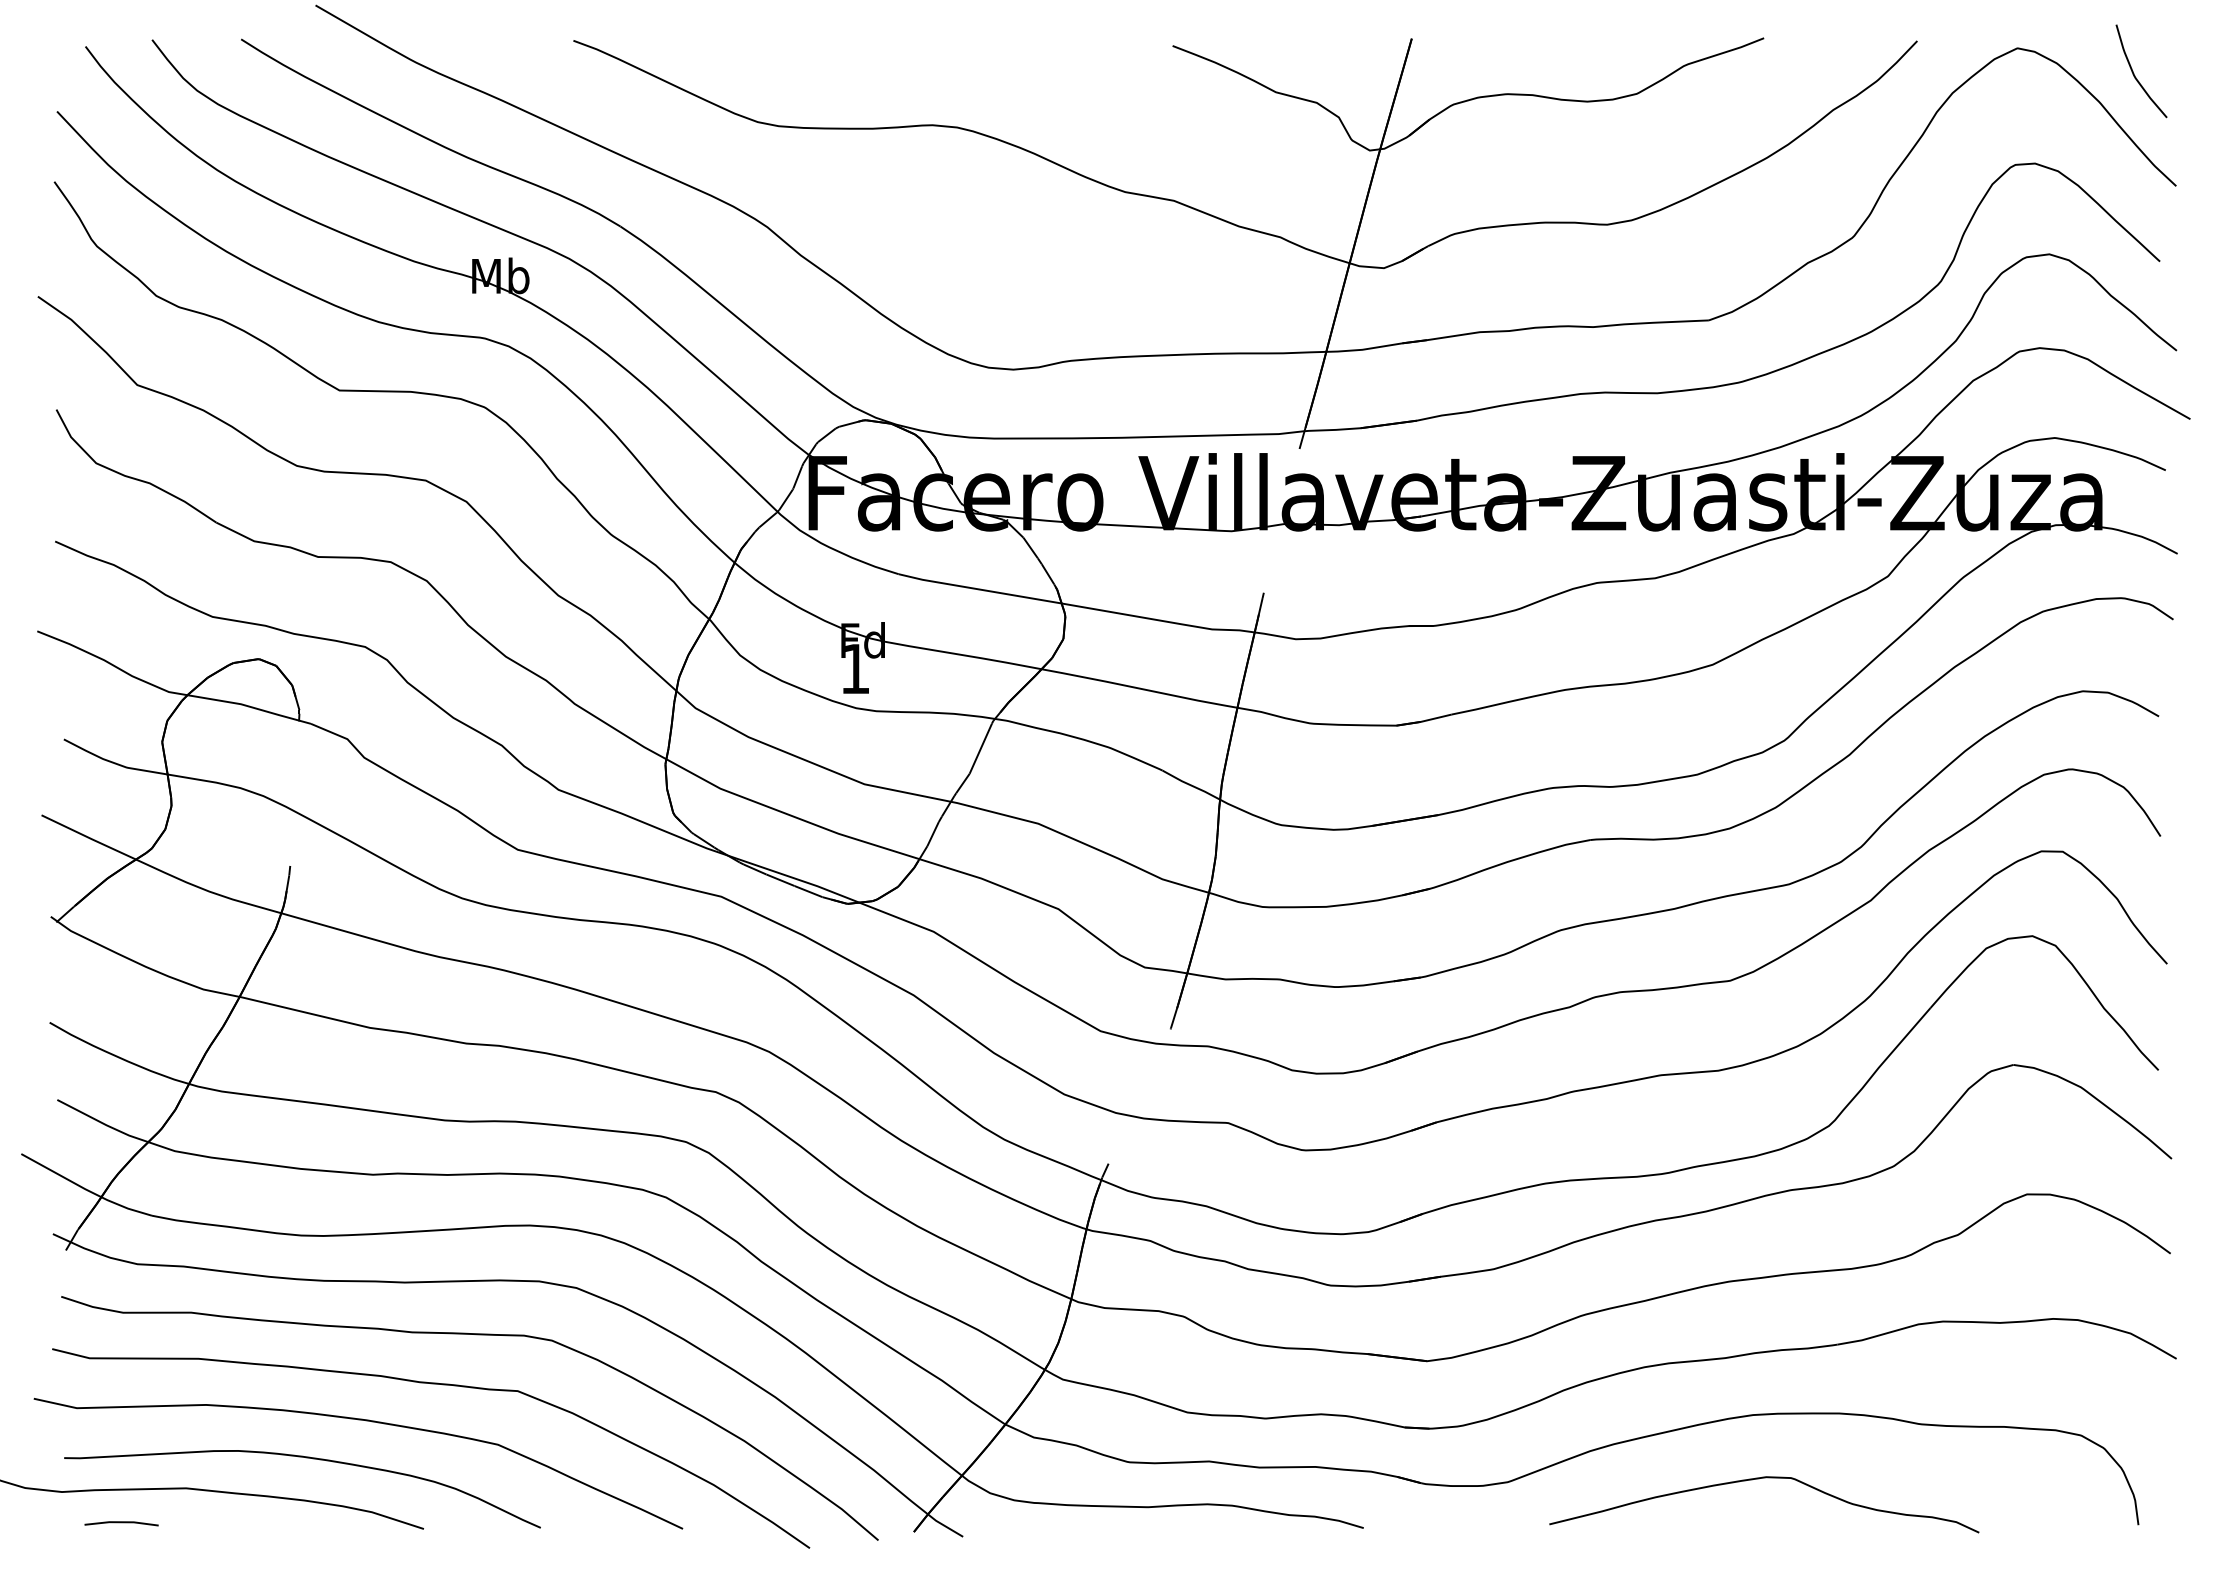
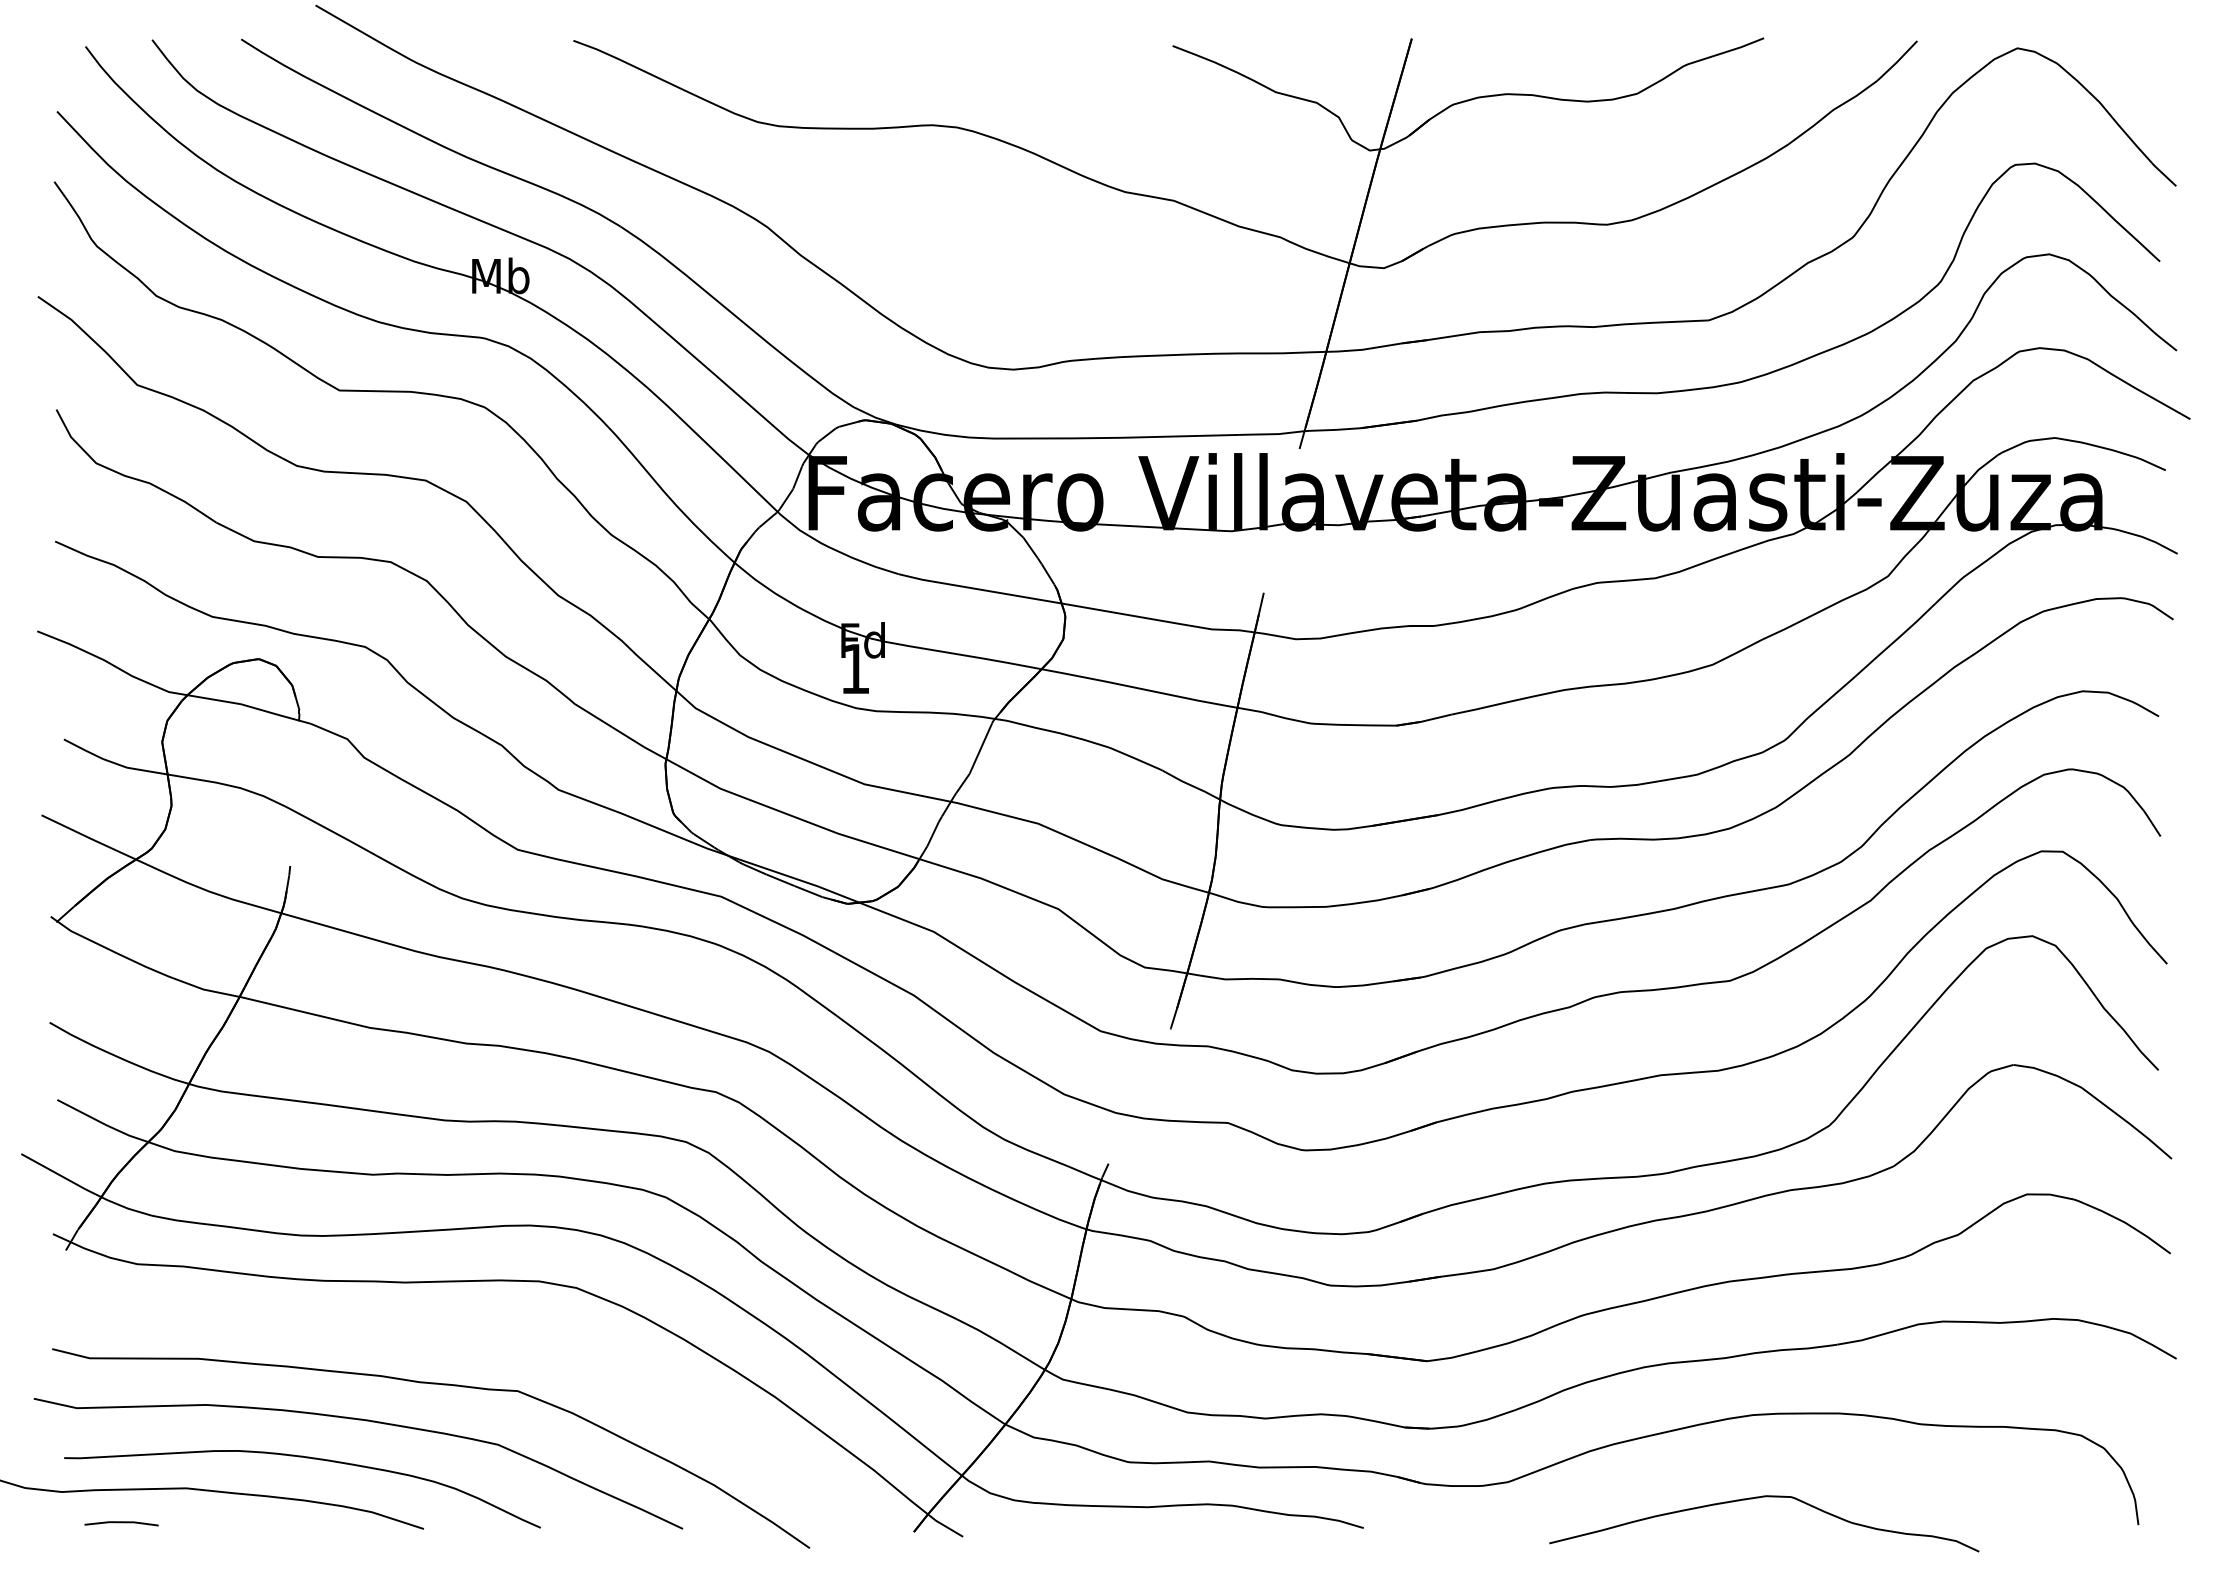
curve at (2135, 75): present -> none
curve at (476, 1335): present -> none
curve at (1759, 1479) position: (1759, 1479) -> (1759, 1498)
